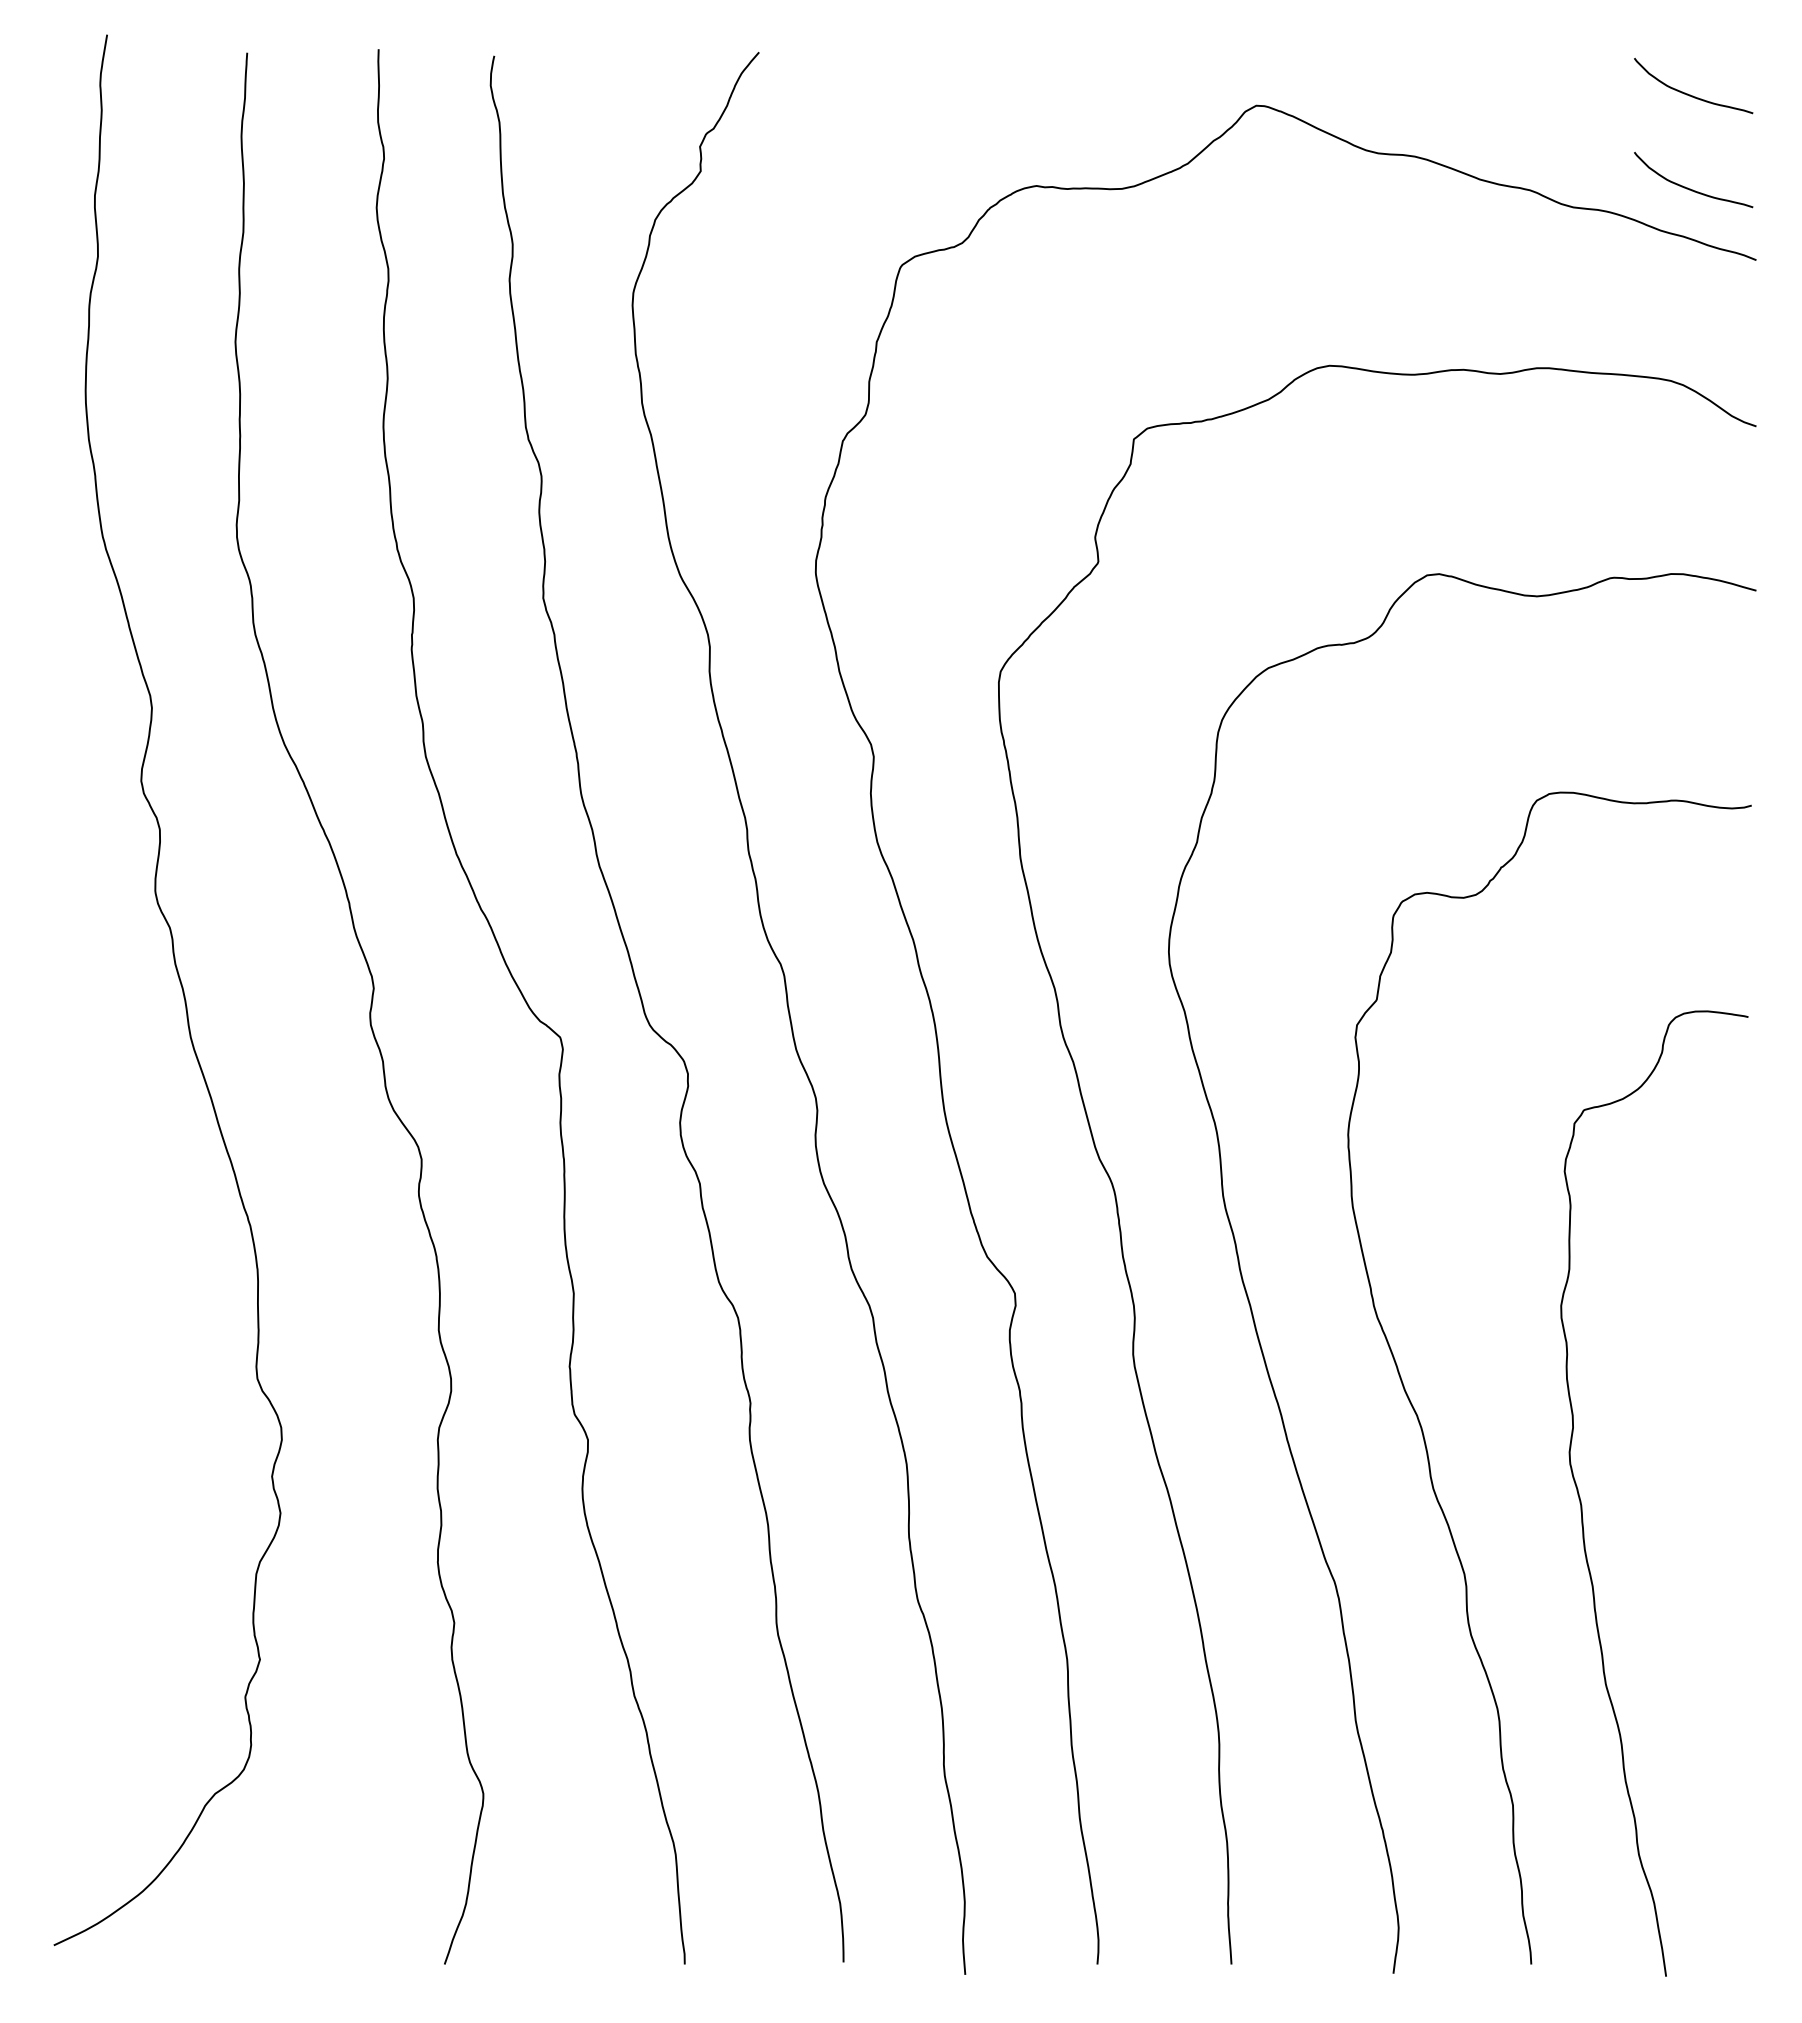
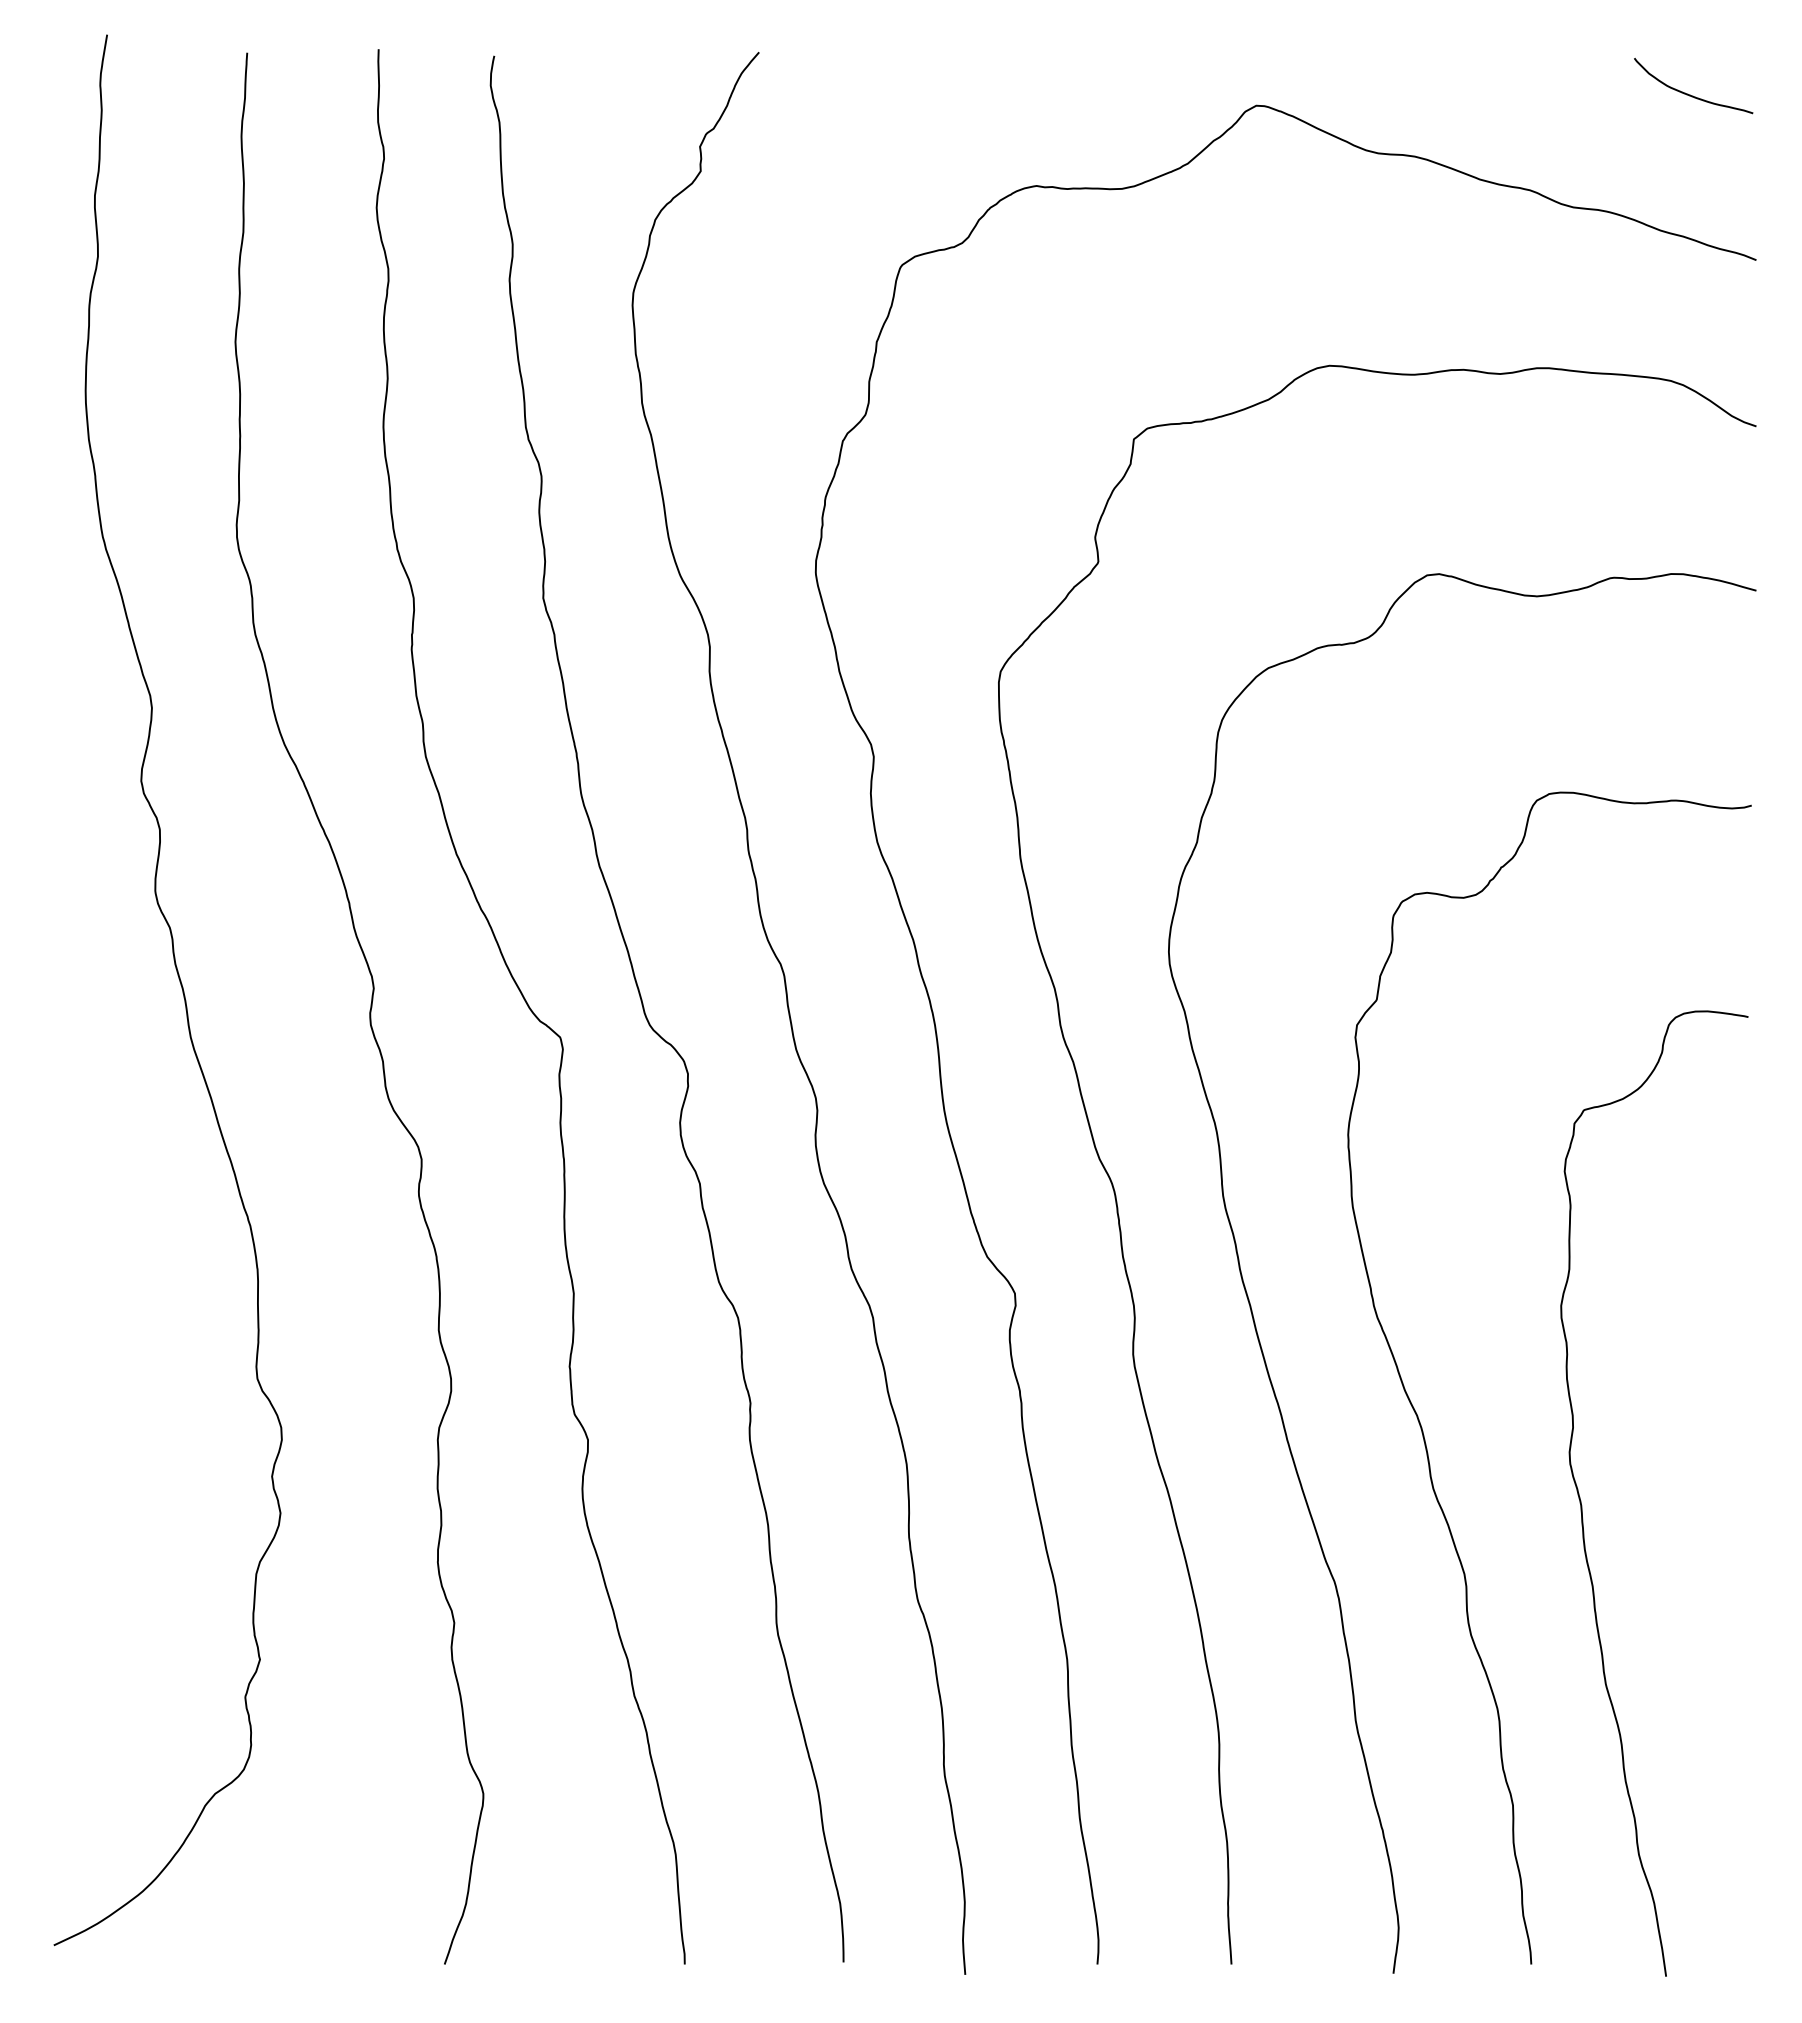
curve at (1690, 188): present -> none
